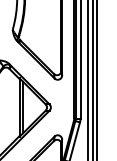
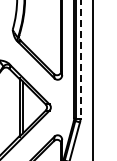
line at (80, 59): solid -> dashed
line at (87, 79): present -> none
line at (97, 79): present -> none
